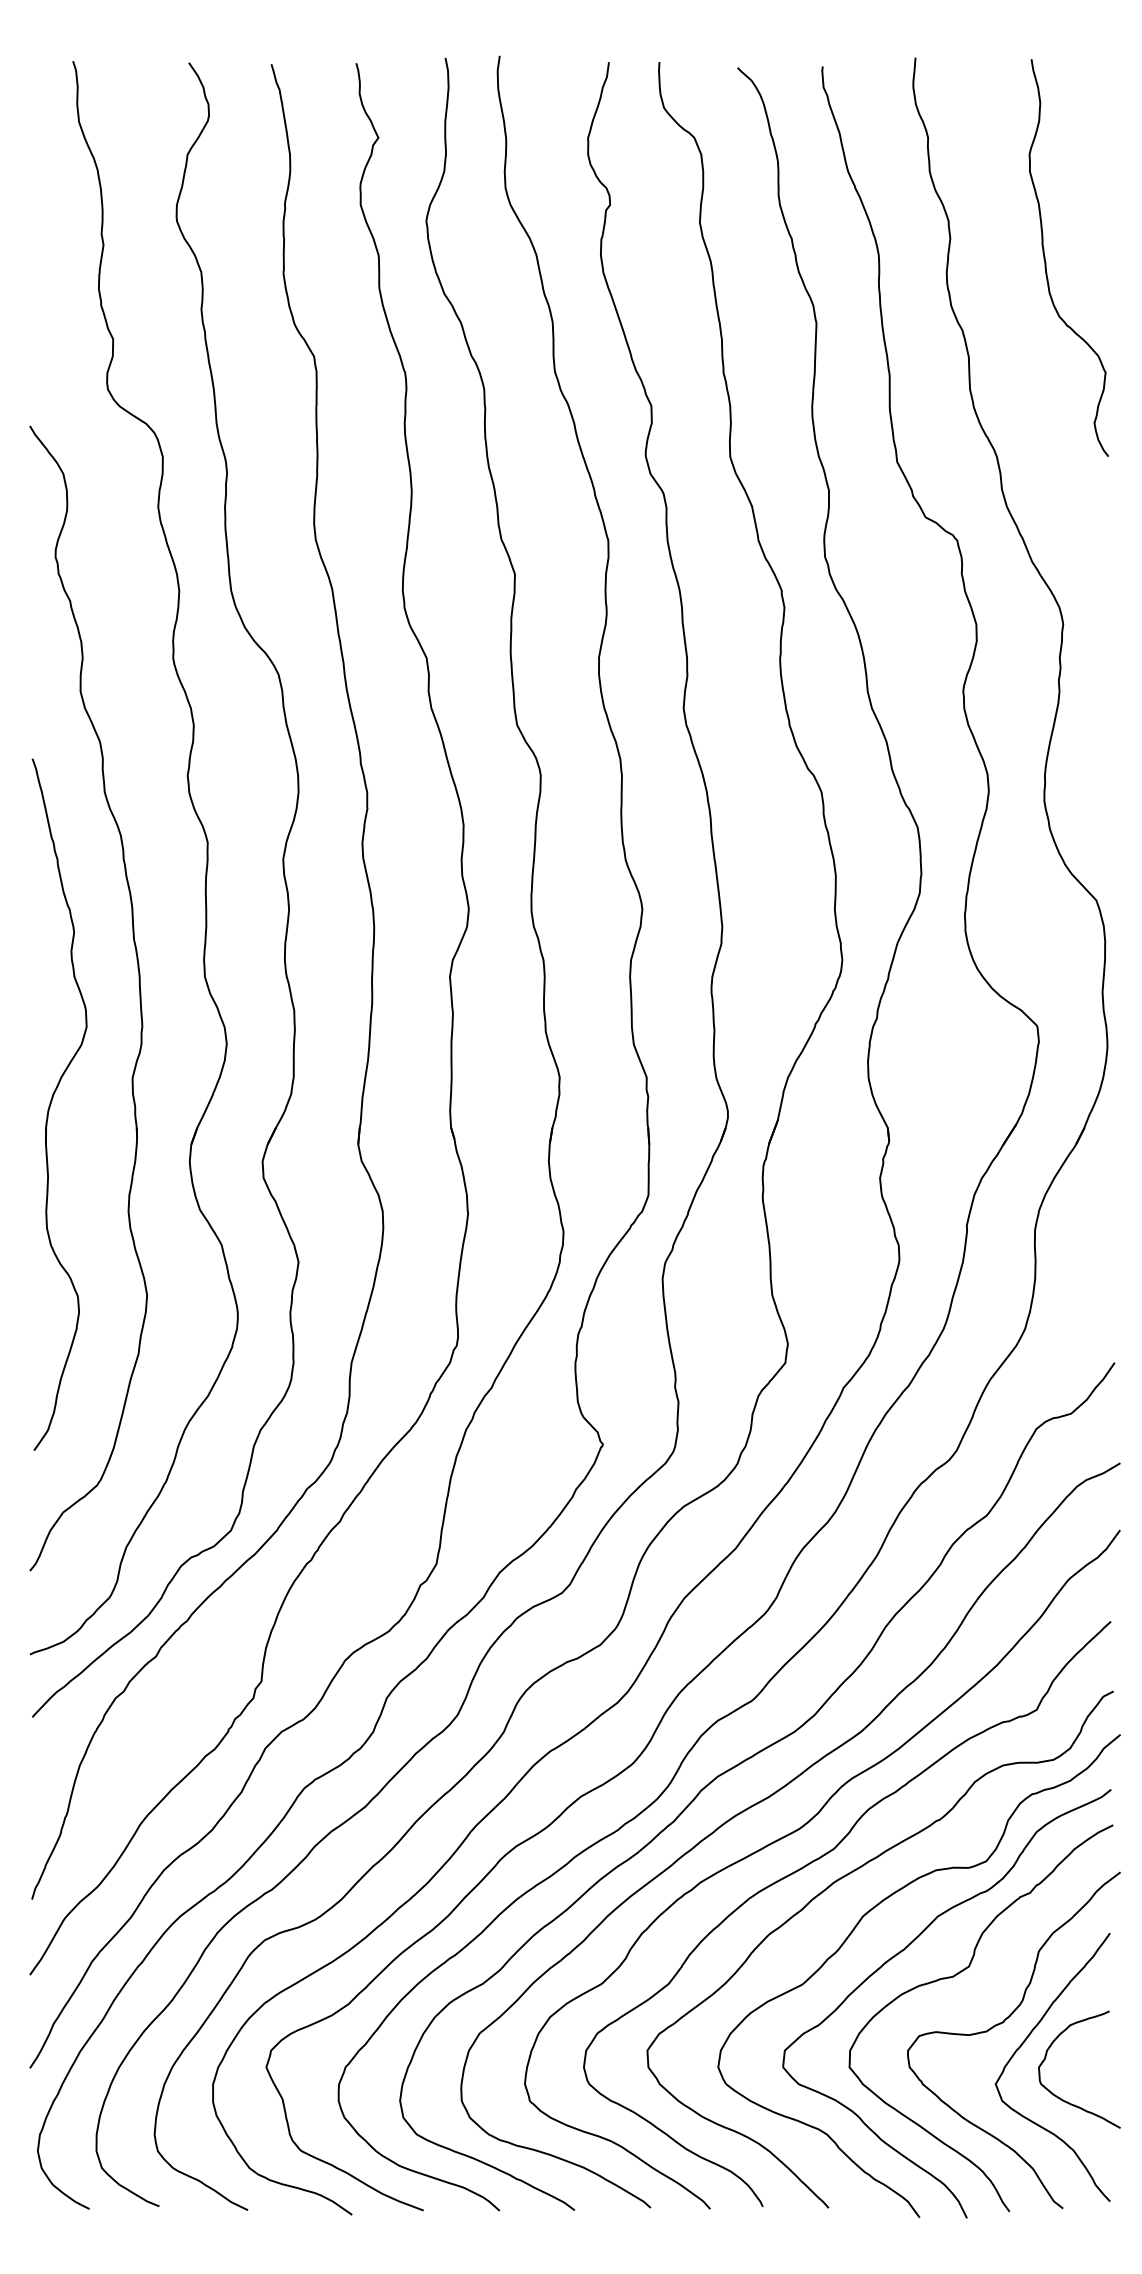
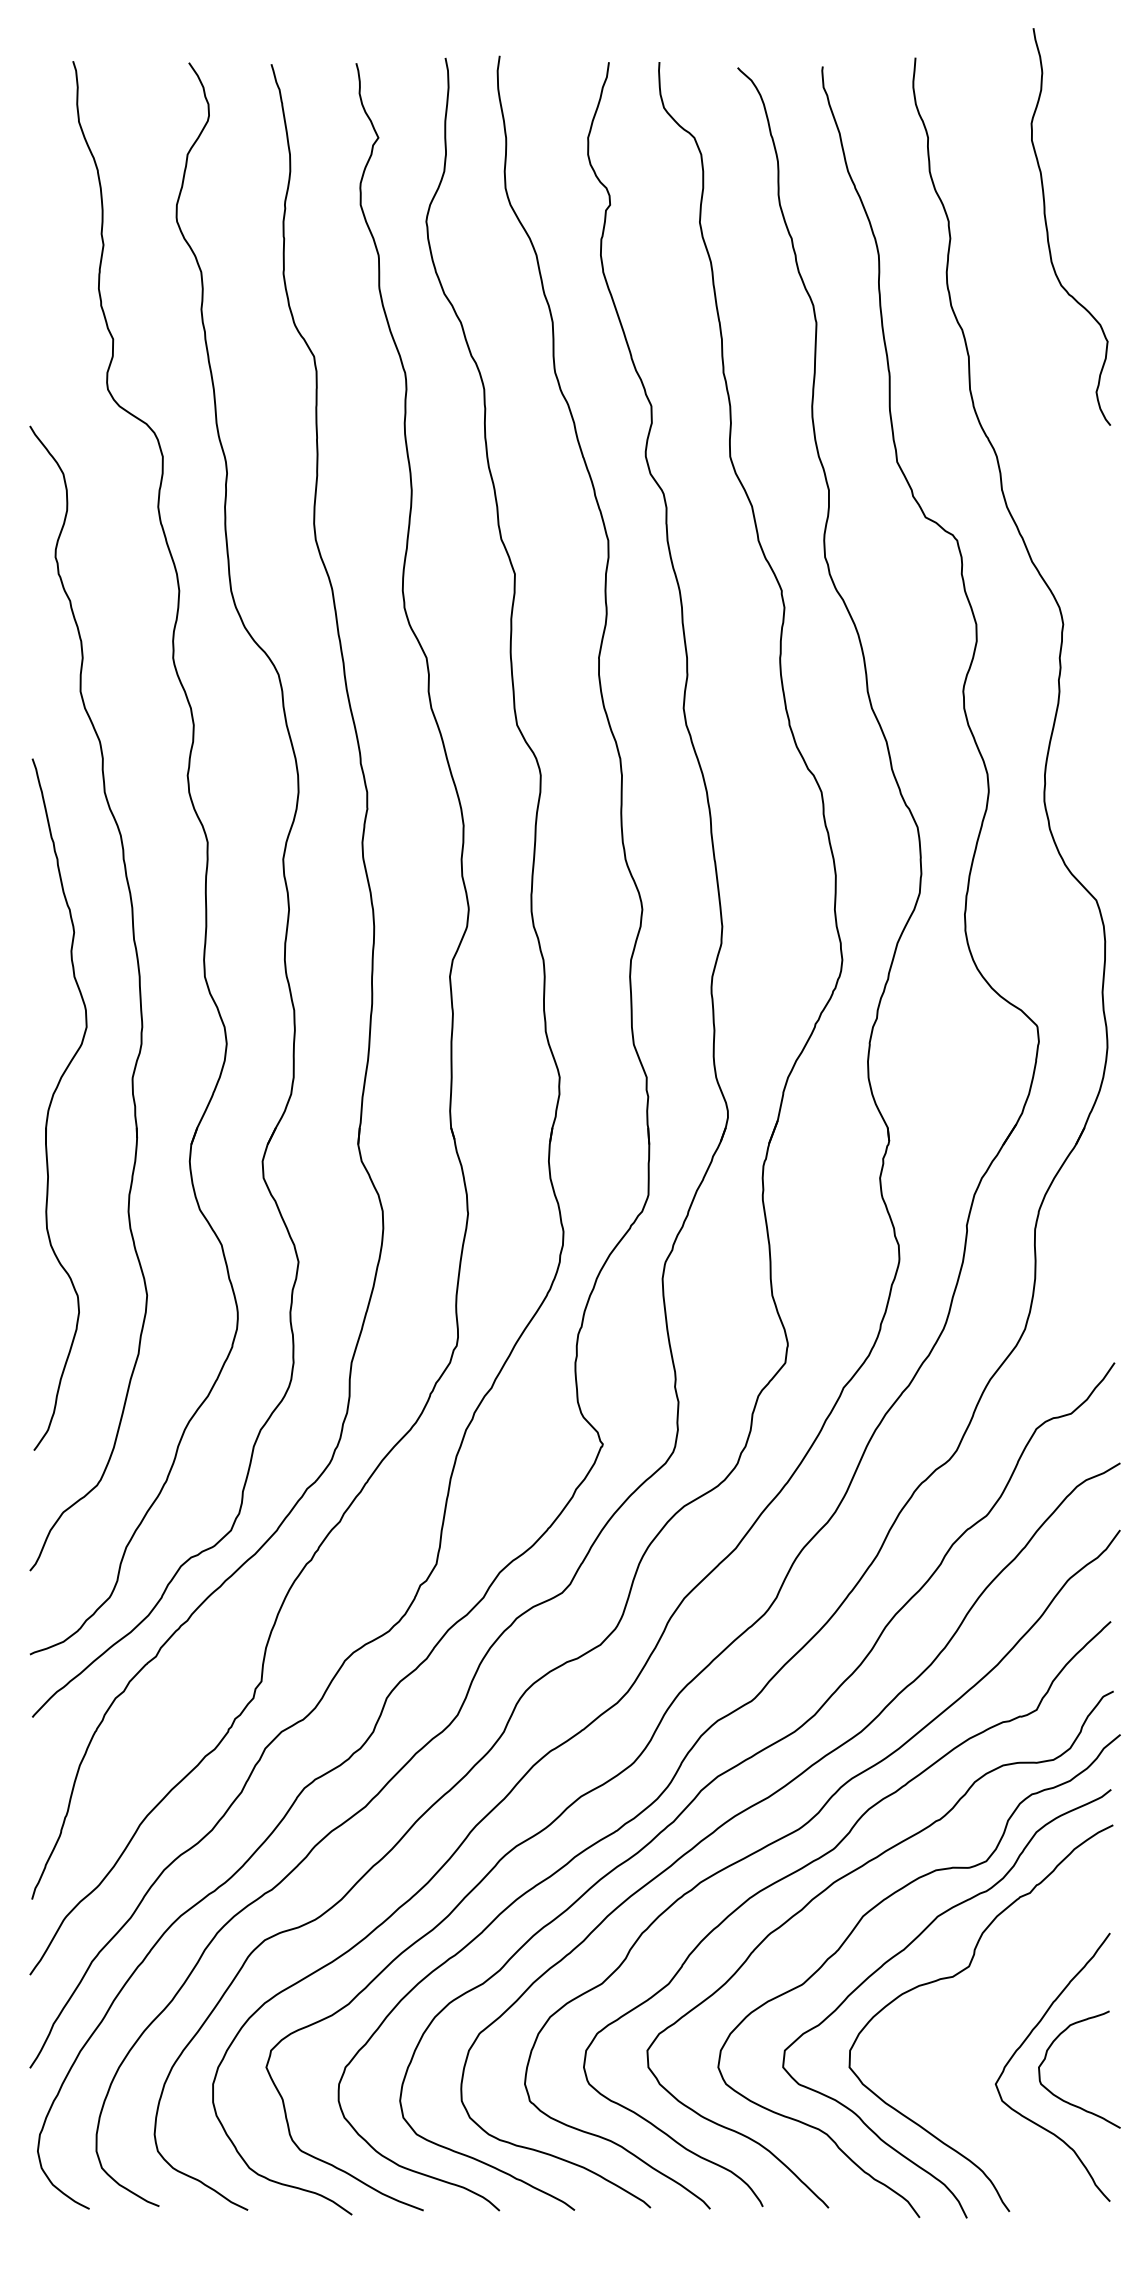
curve at (1046, 262) position: (1046, 262) -> (1048, 231)
curve at (1003, 2023): present -> none
